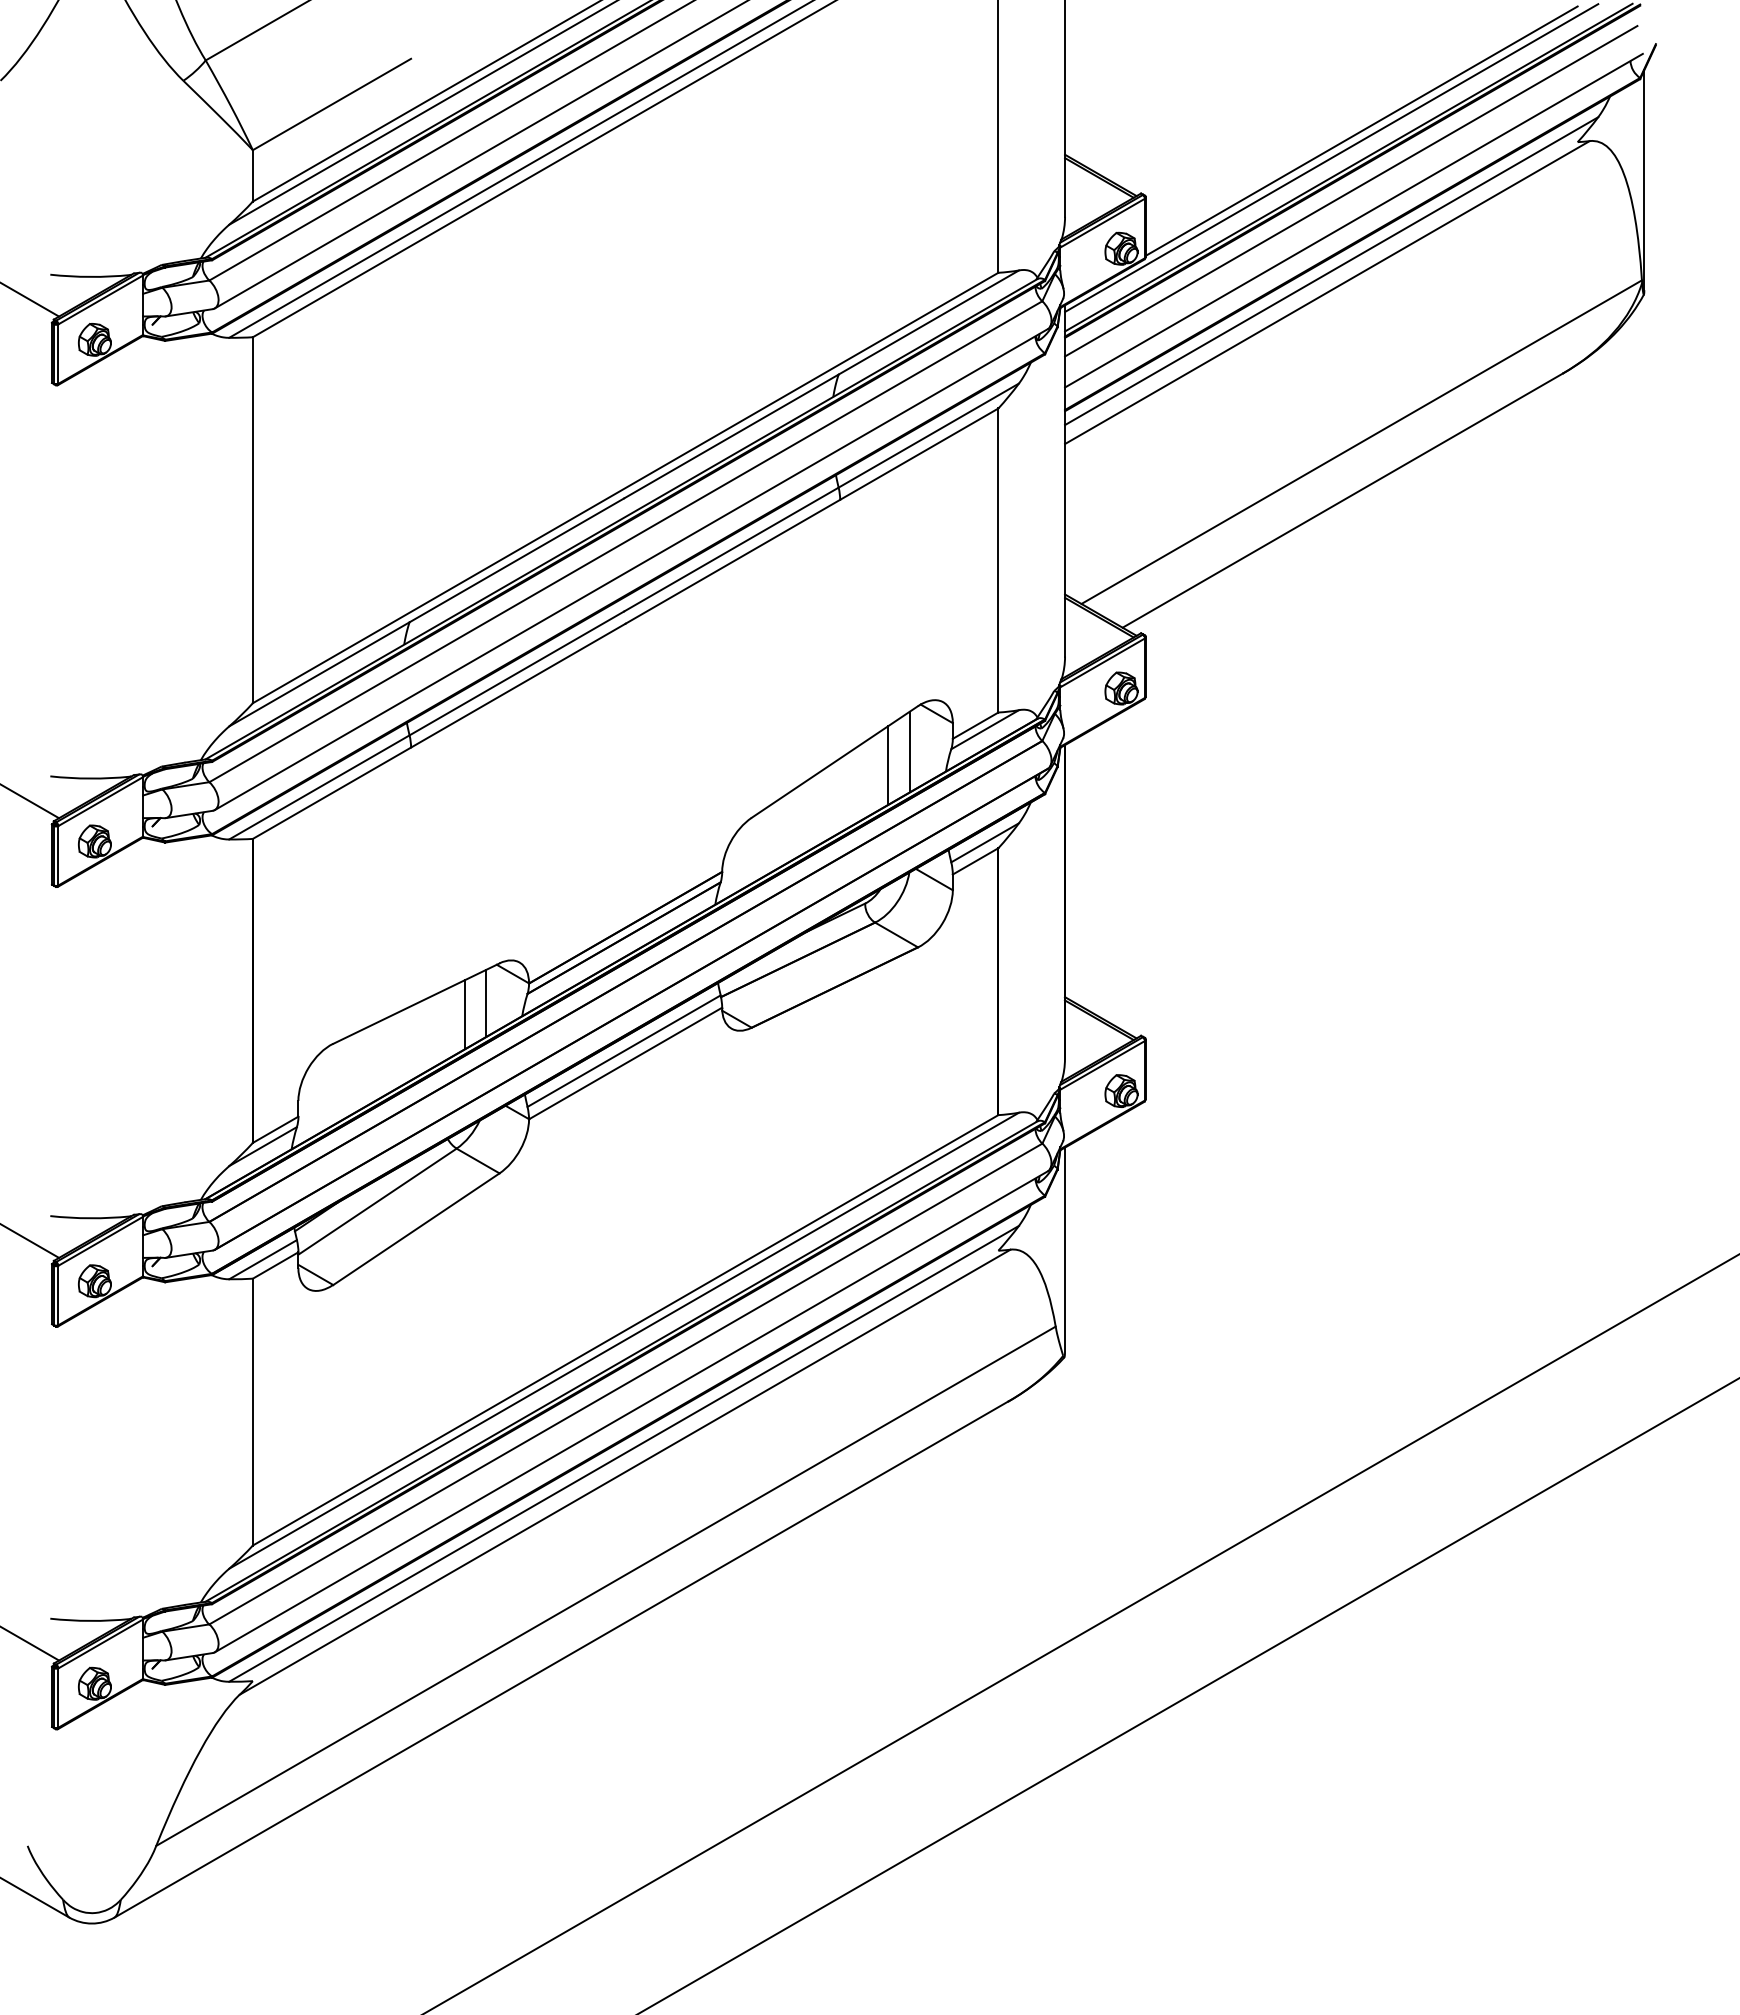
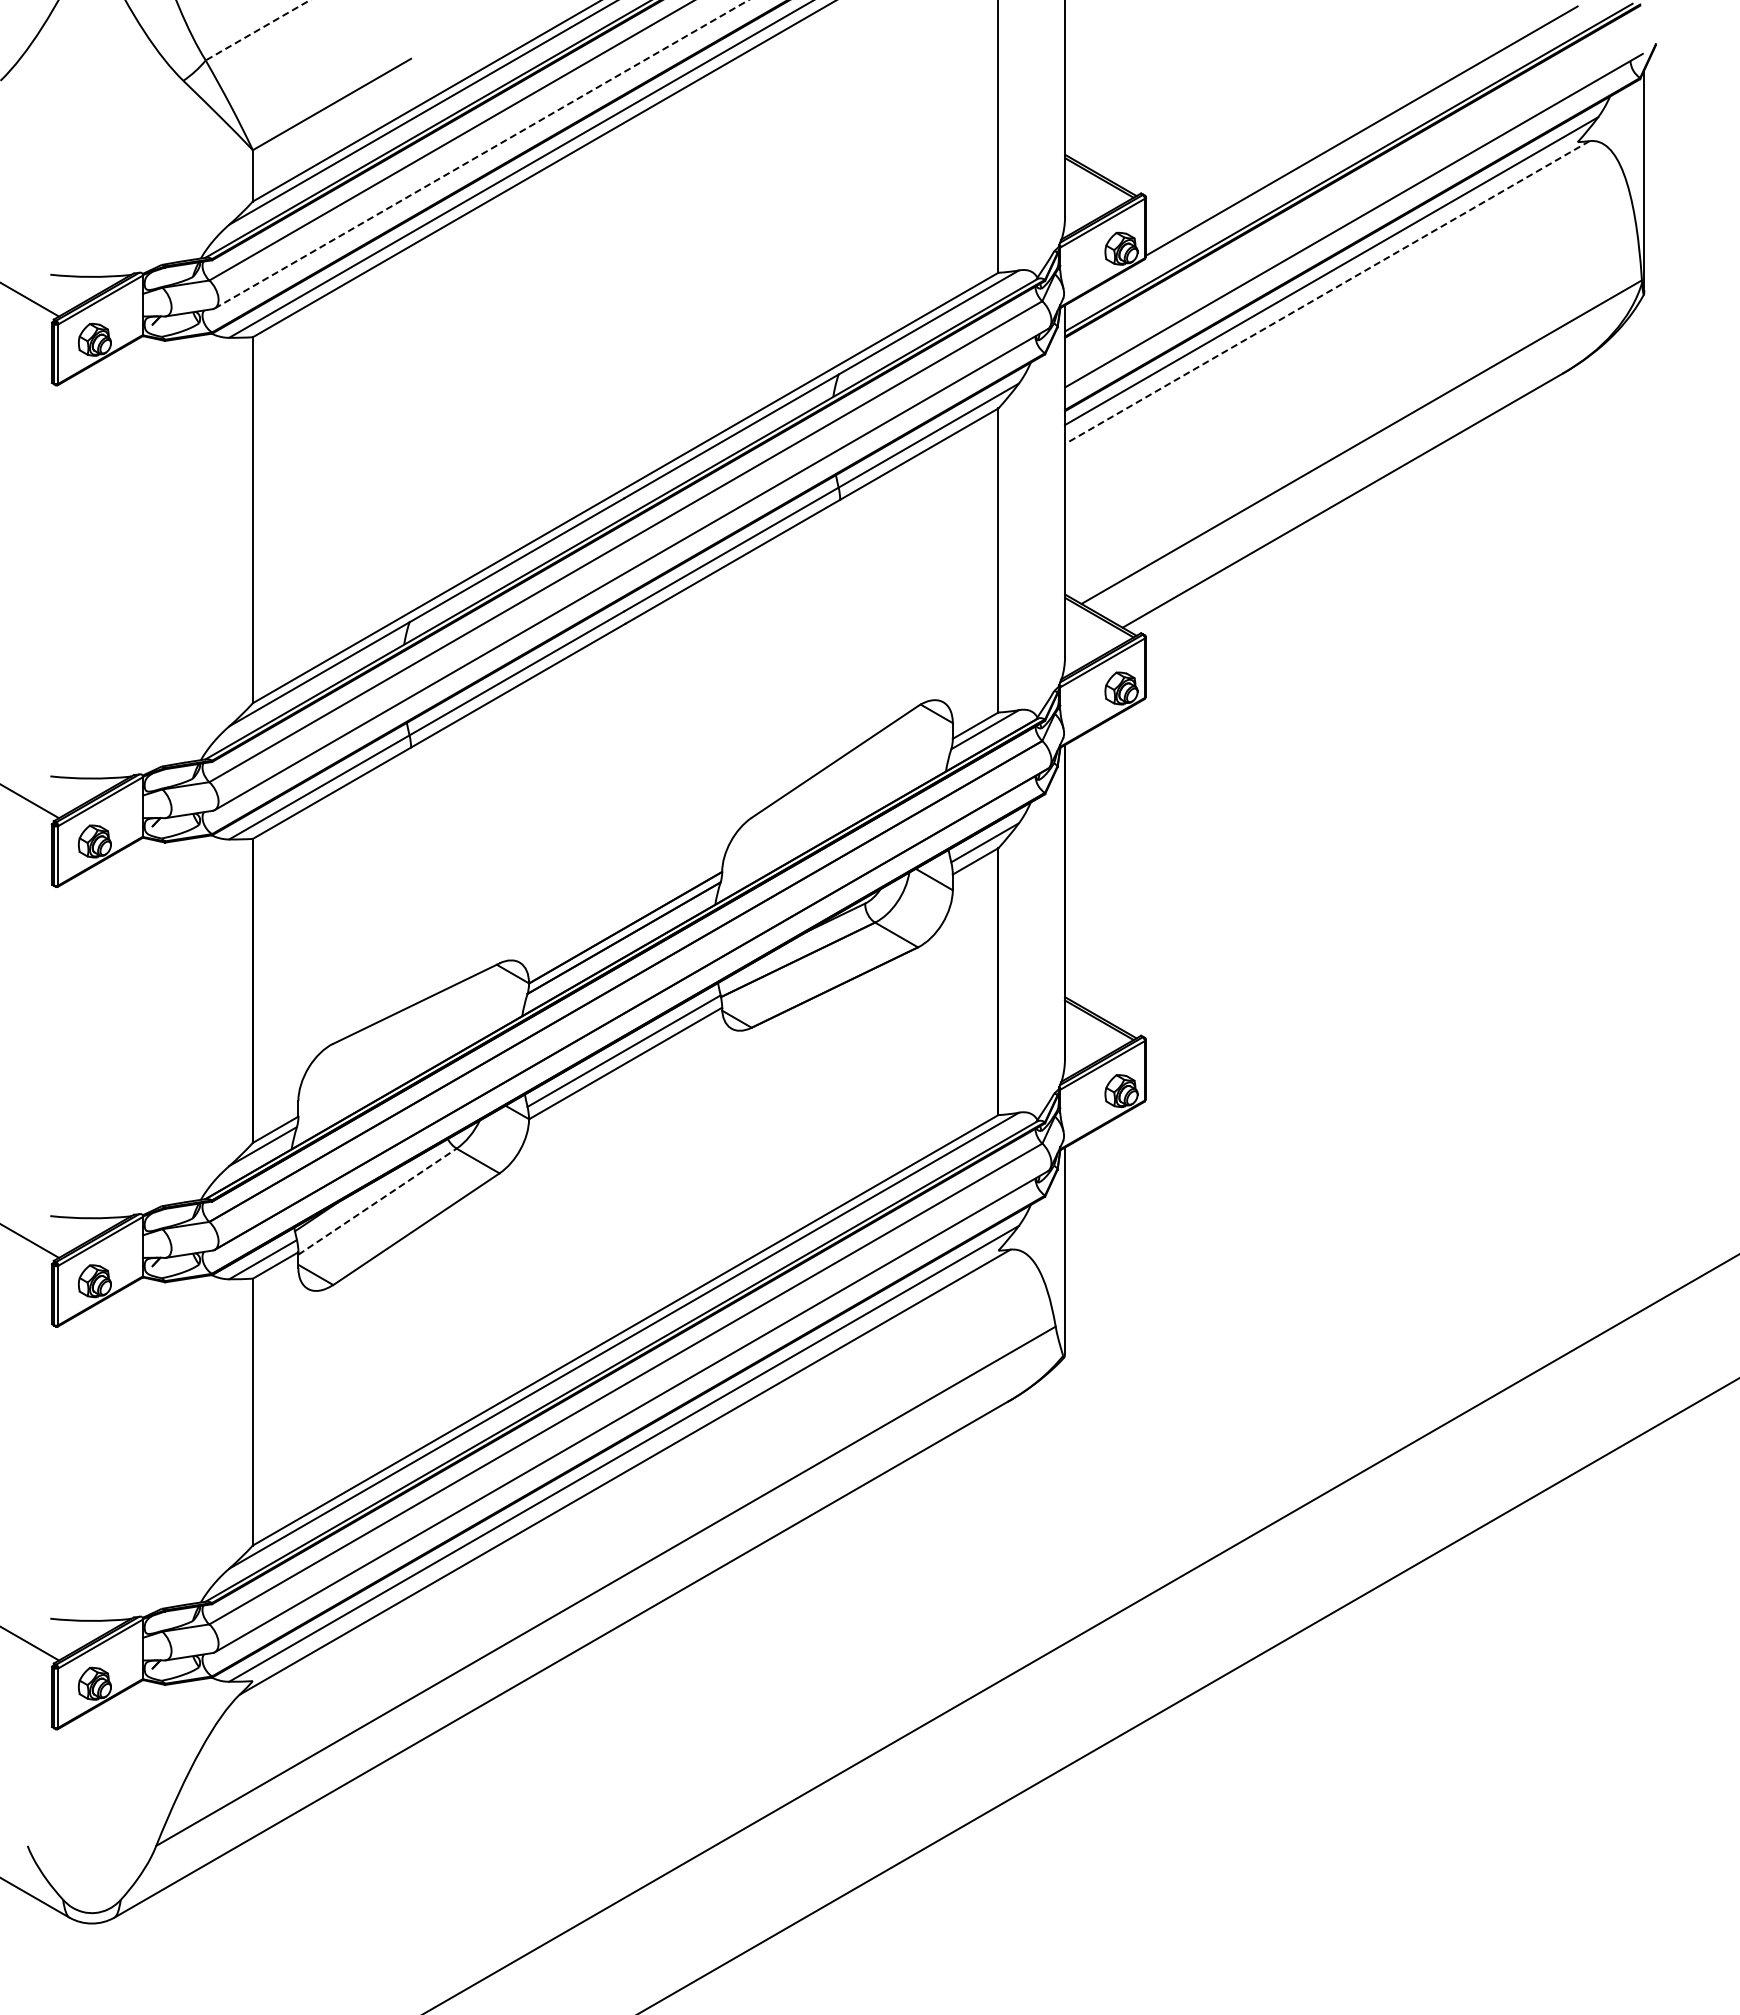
line at (257, 30): solid -> dashed
line at (481, 154): solid -> dashed
line at (1331, 157): present -> none
line at (1351, 191): present -> none
line at (1327, 292): solid -> dashed
line at (909, 751): present -> none
line at (888, 765): present -> none
line at (486, 1003): present -> none
line at (464, 1014): present -> none
line at (377, 1201): solid -> dashed
